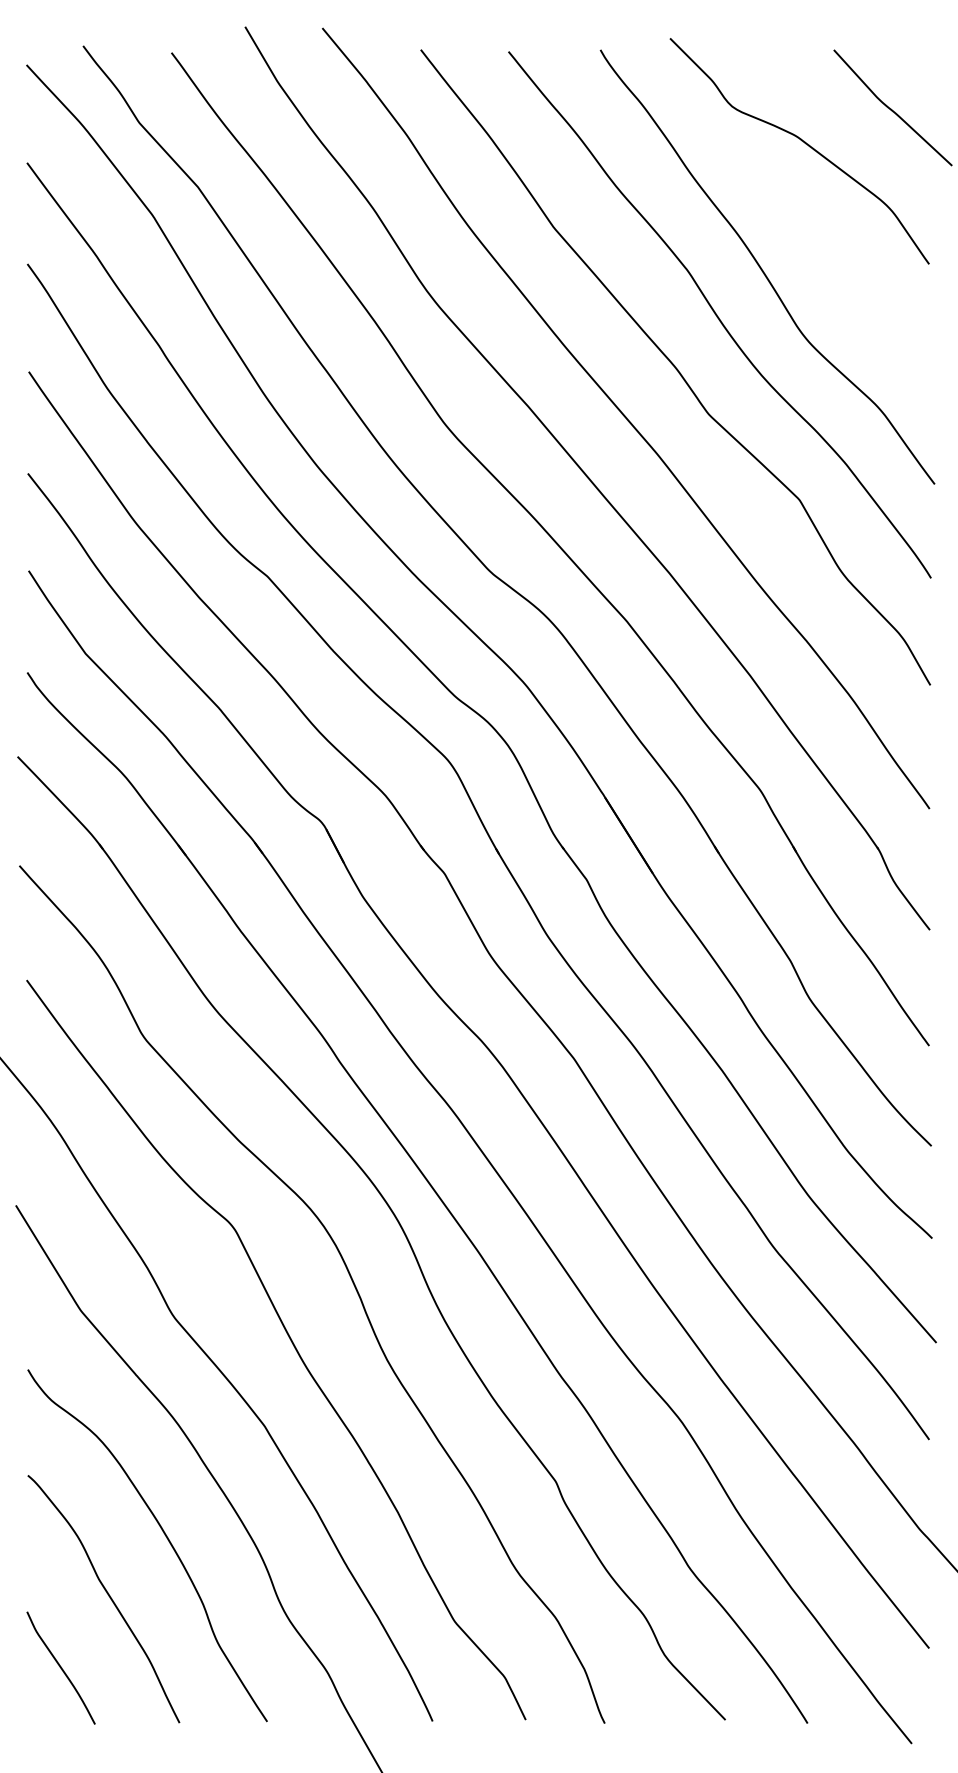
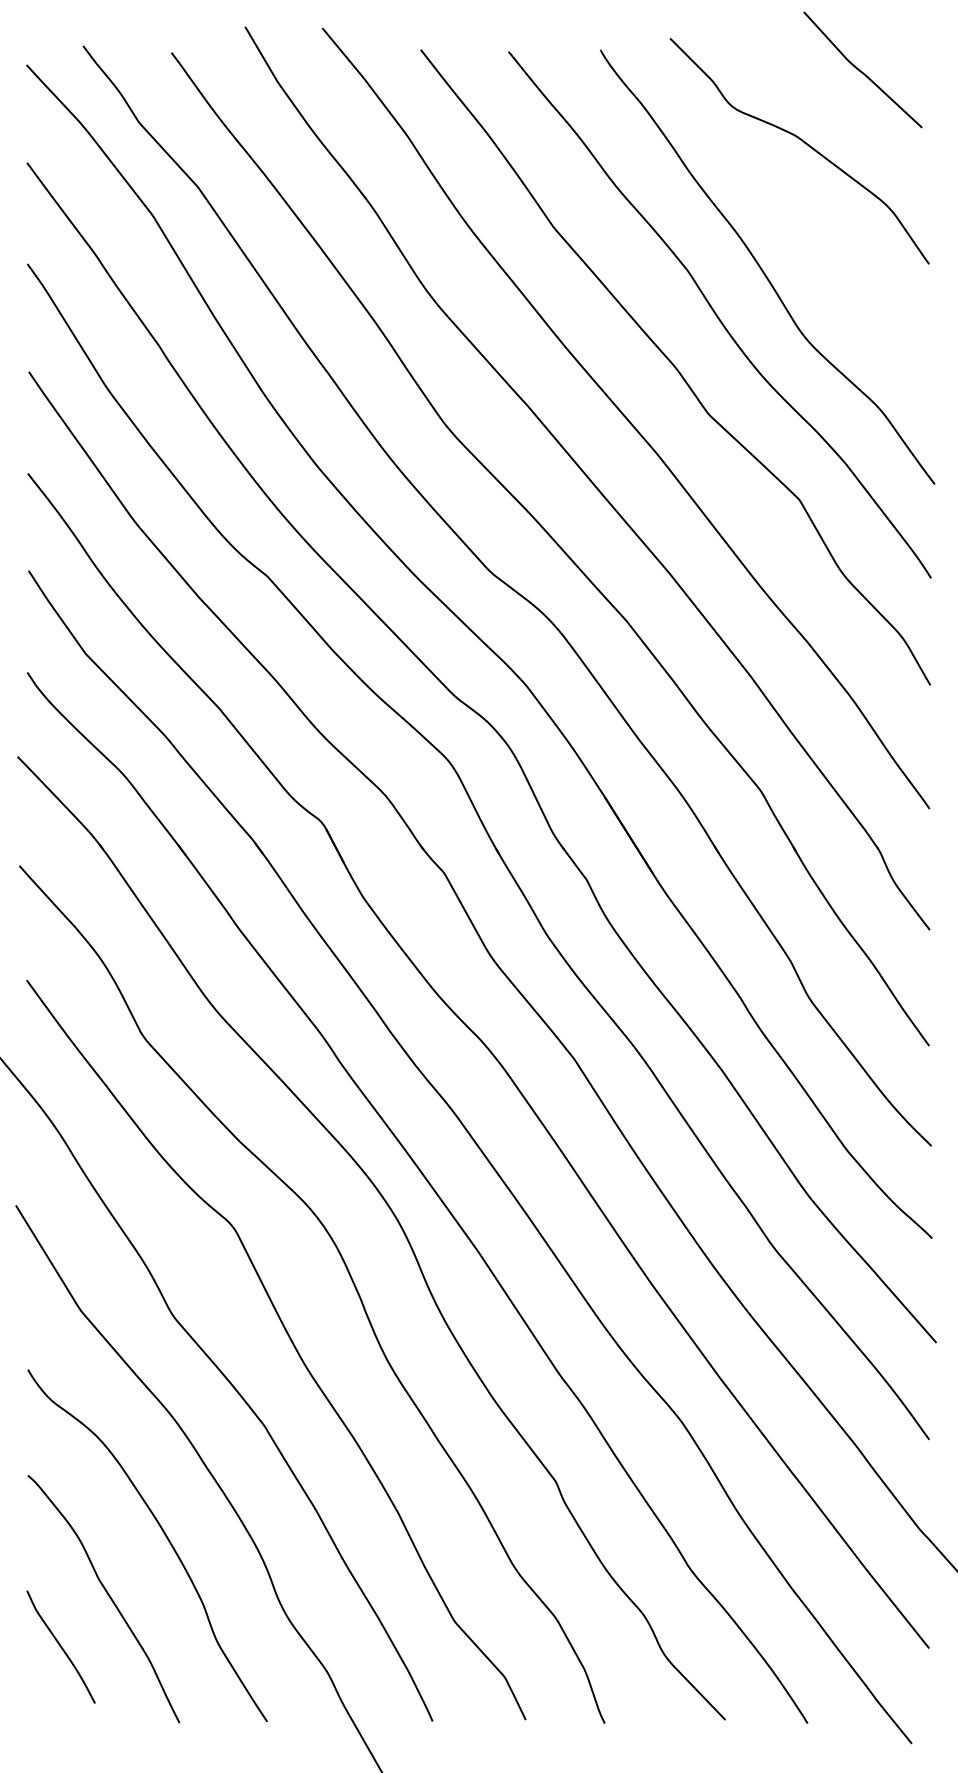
curve at (891, 108) position: (891, 108) -> (861, 70)
curve at (60, 1667) position: (60, 1667) -> (60, 1646)
